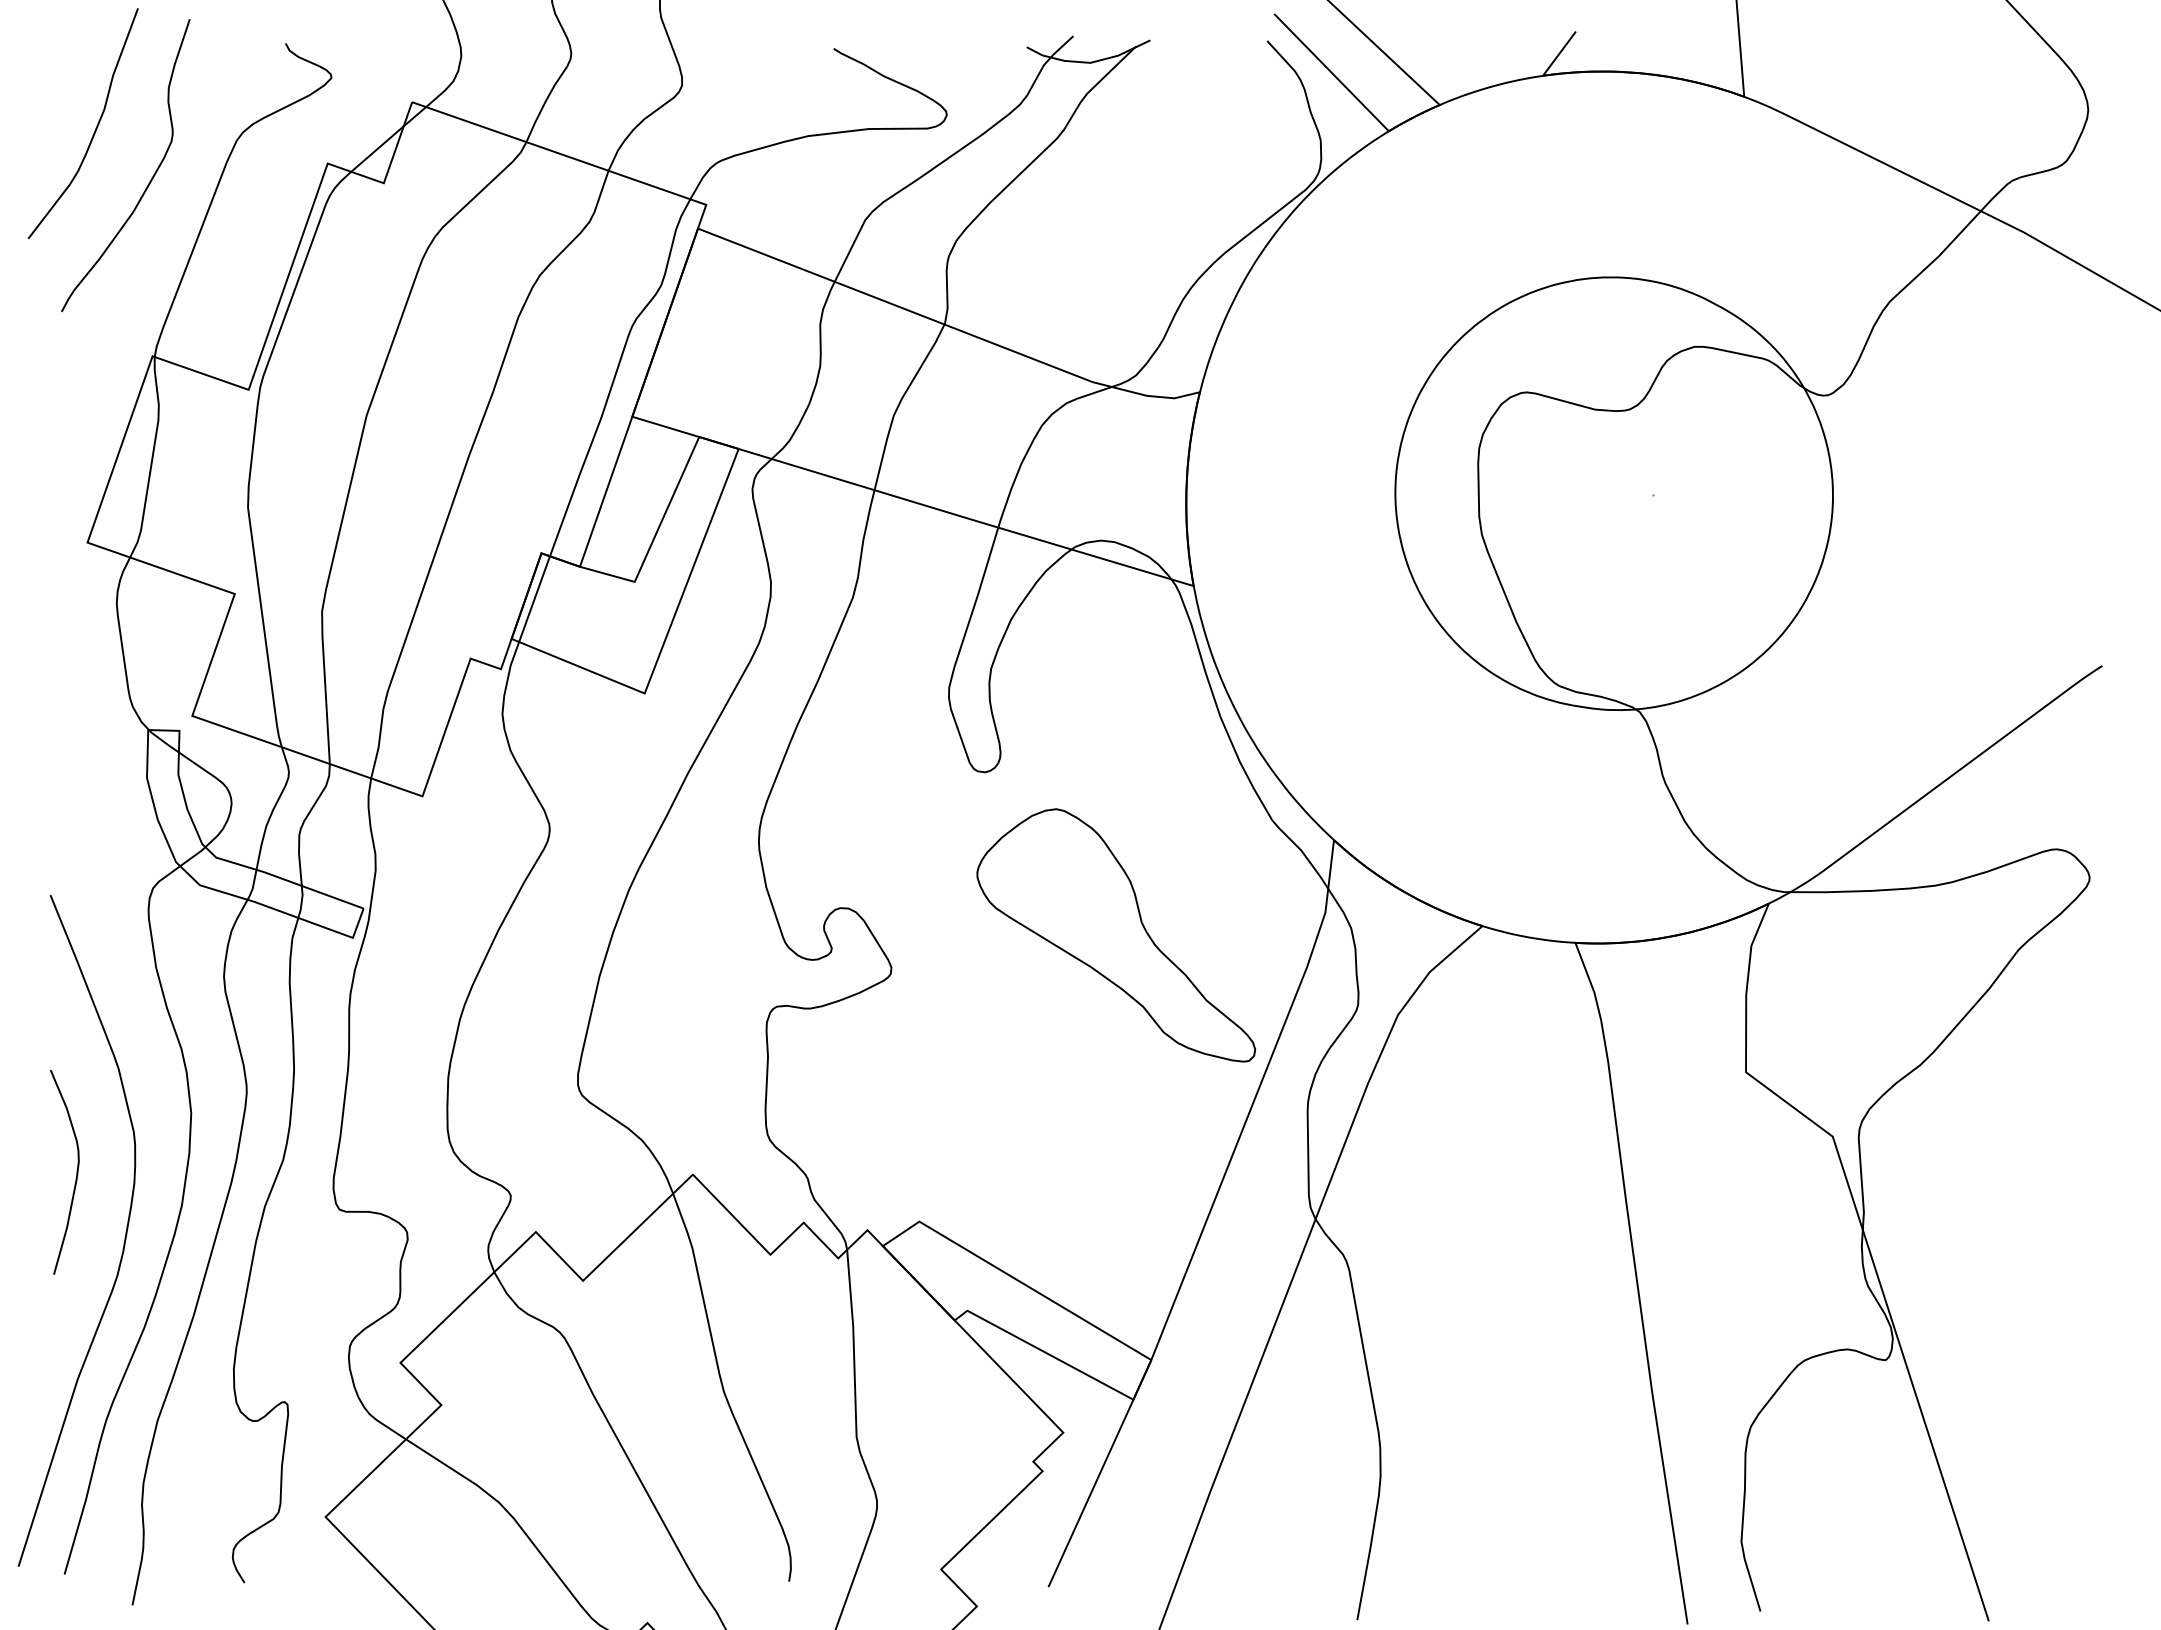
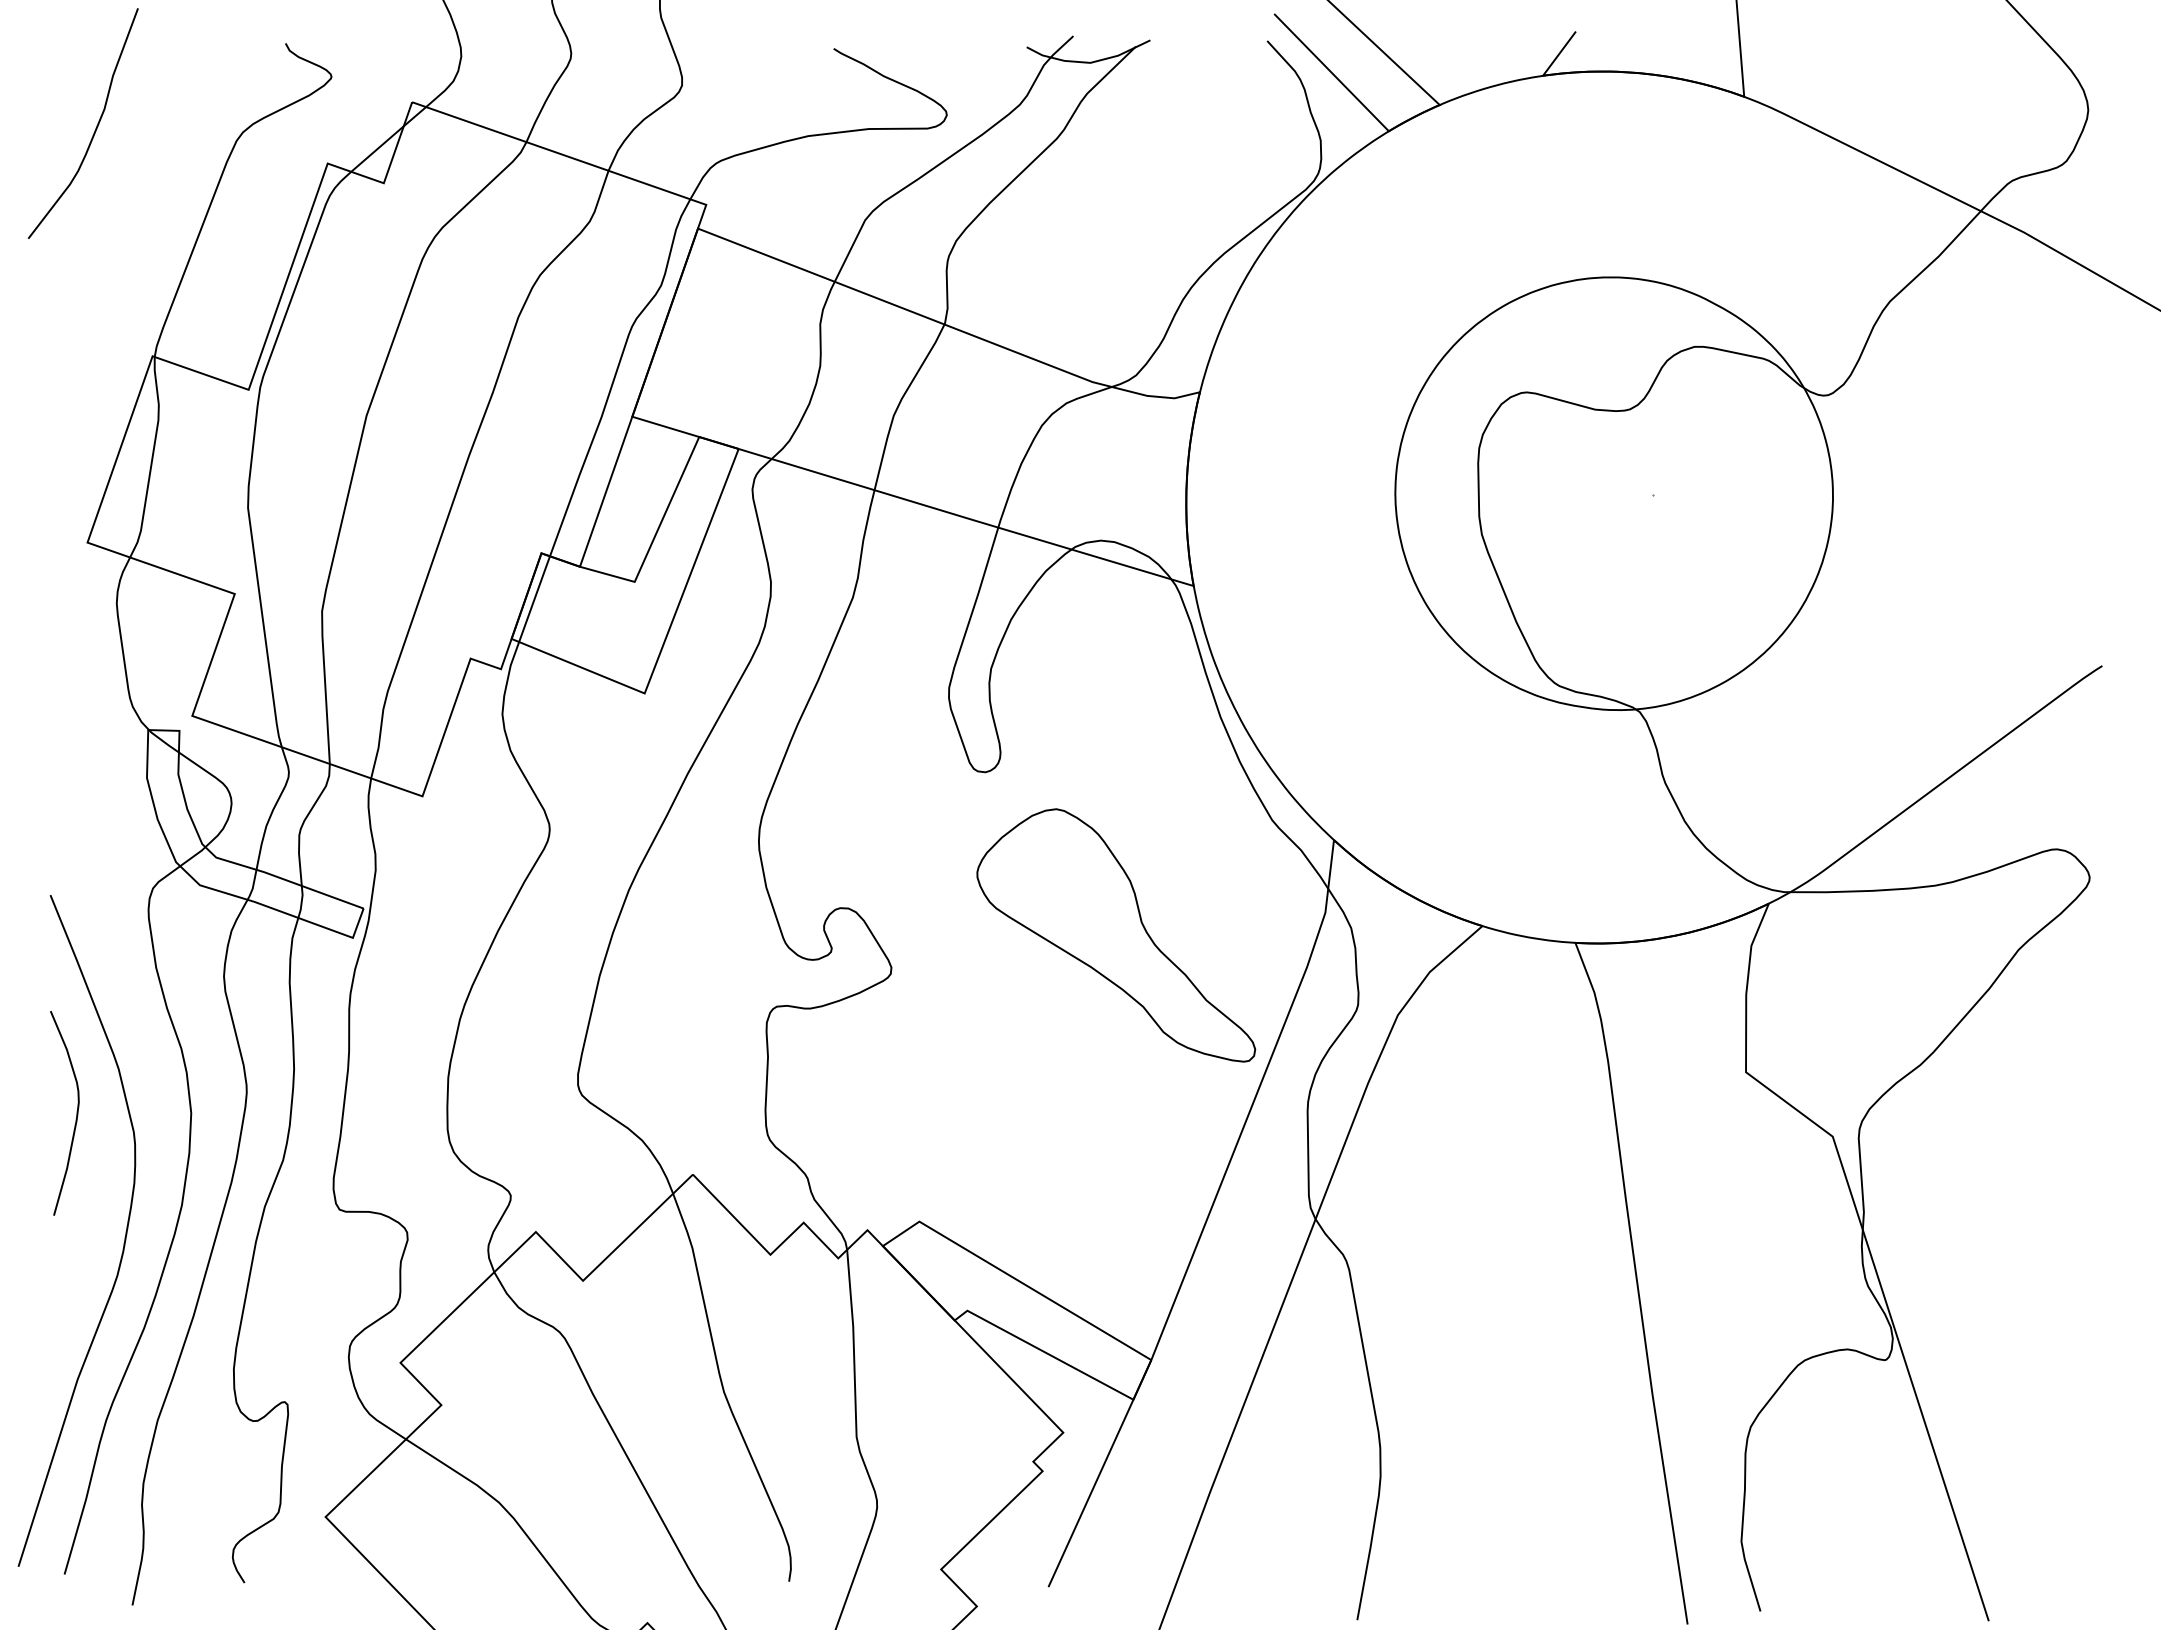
curve at (150, 179): present -> none
curve at (76, 1172) position: (76, 1172) -> (76, 1113)
